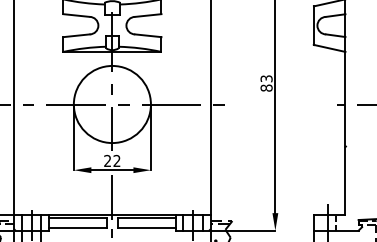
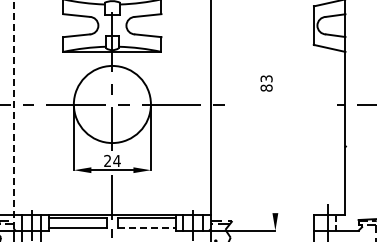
line at (275, 107): present -> none
line at (14, 115): solid -> dashed
text at (116, 160): 22 -> 24
line at (146, 228): solid -> dashed
